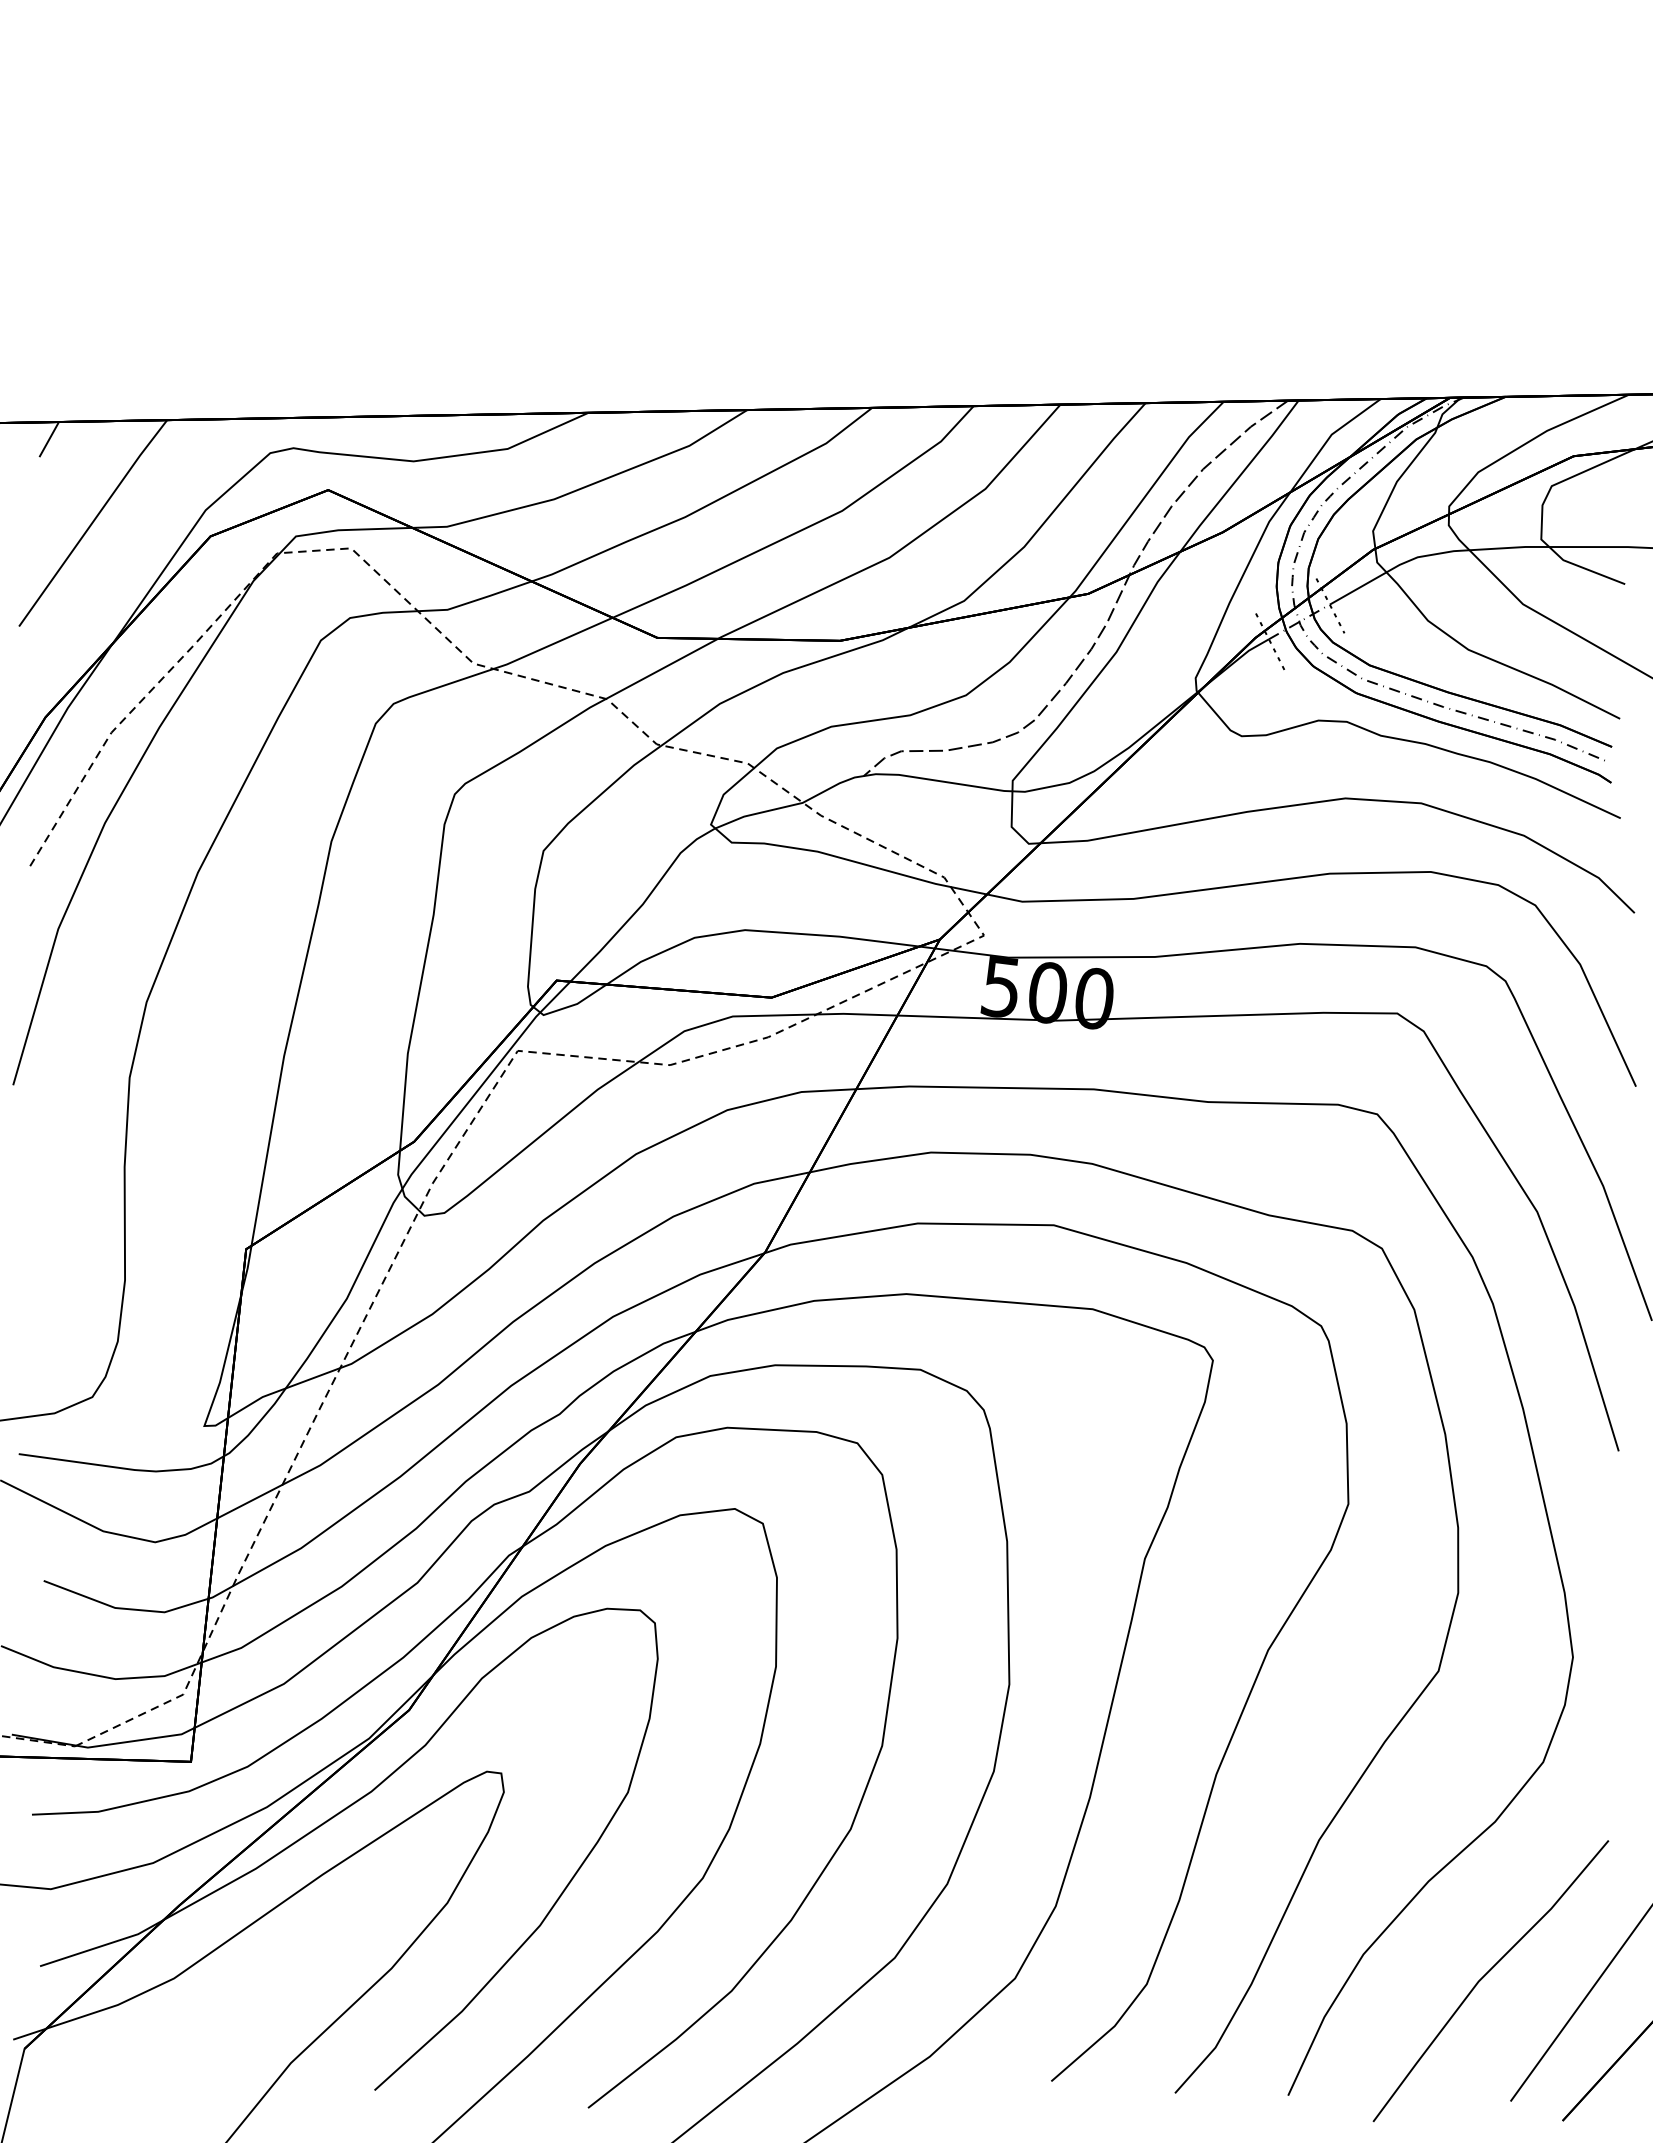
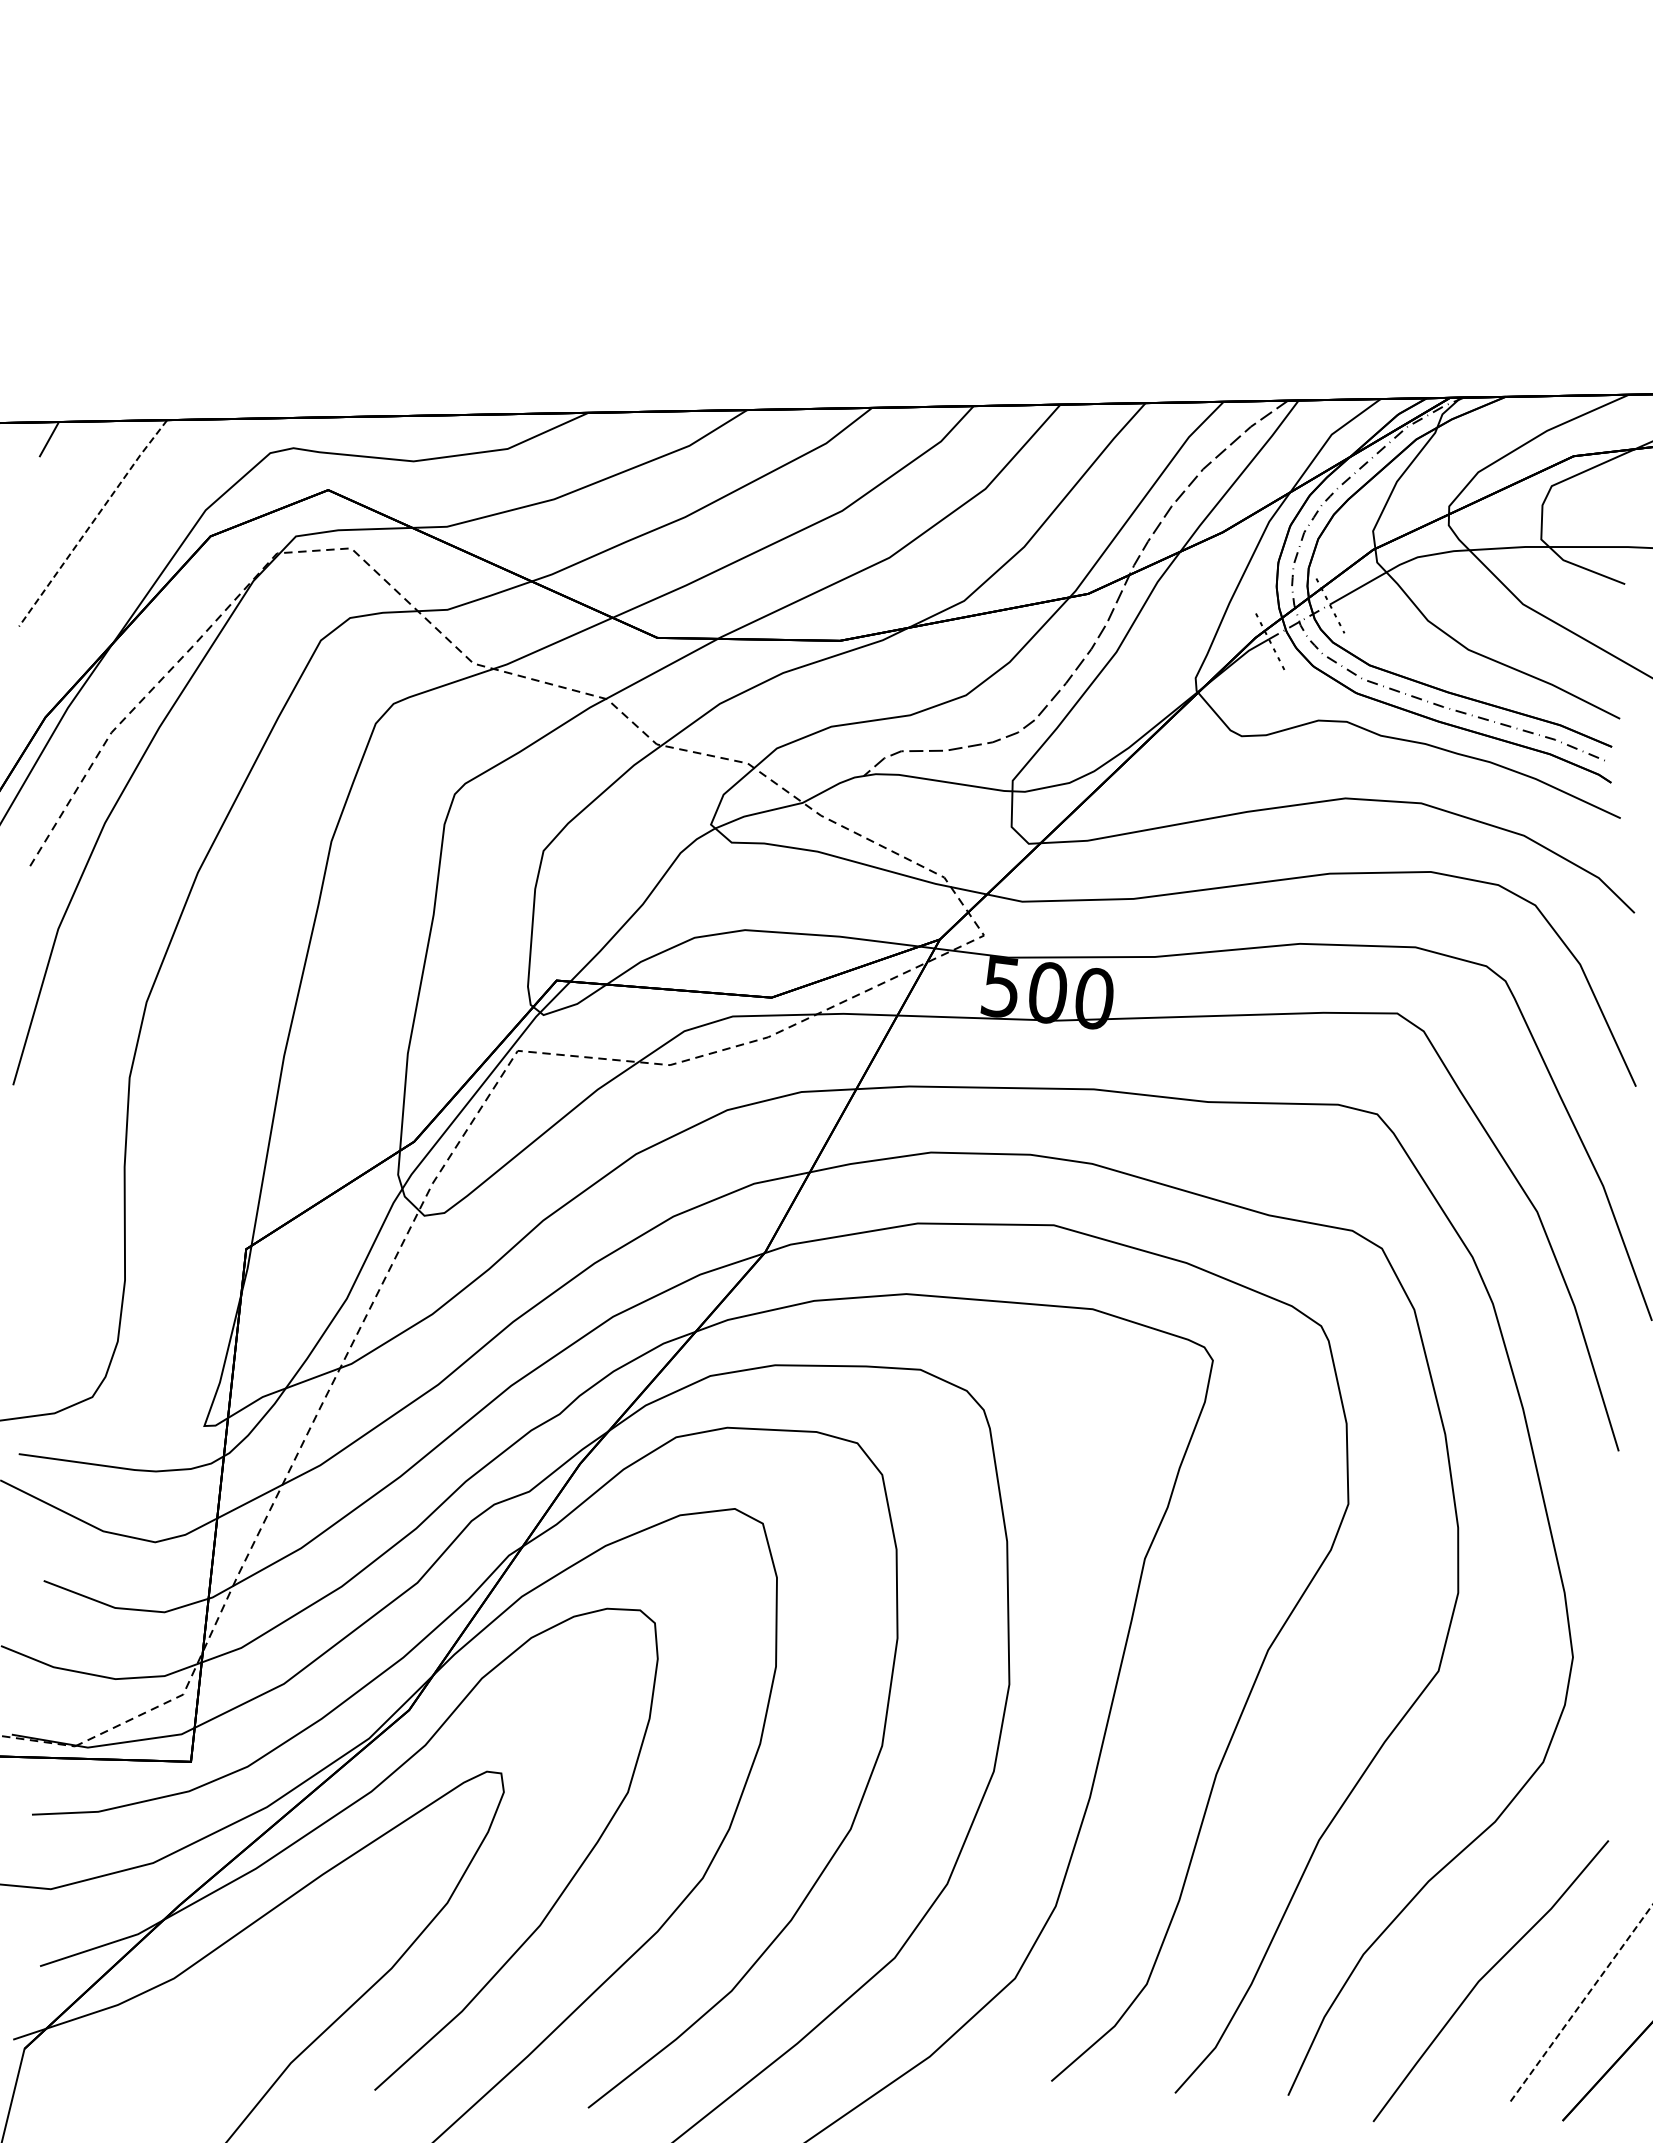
line at (92, 522): solid -> dashed
line at (1581, 2002): solid -> dashed
